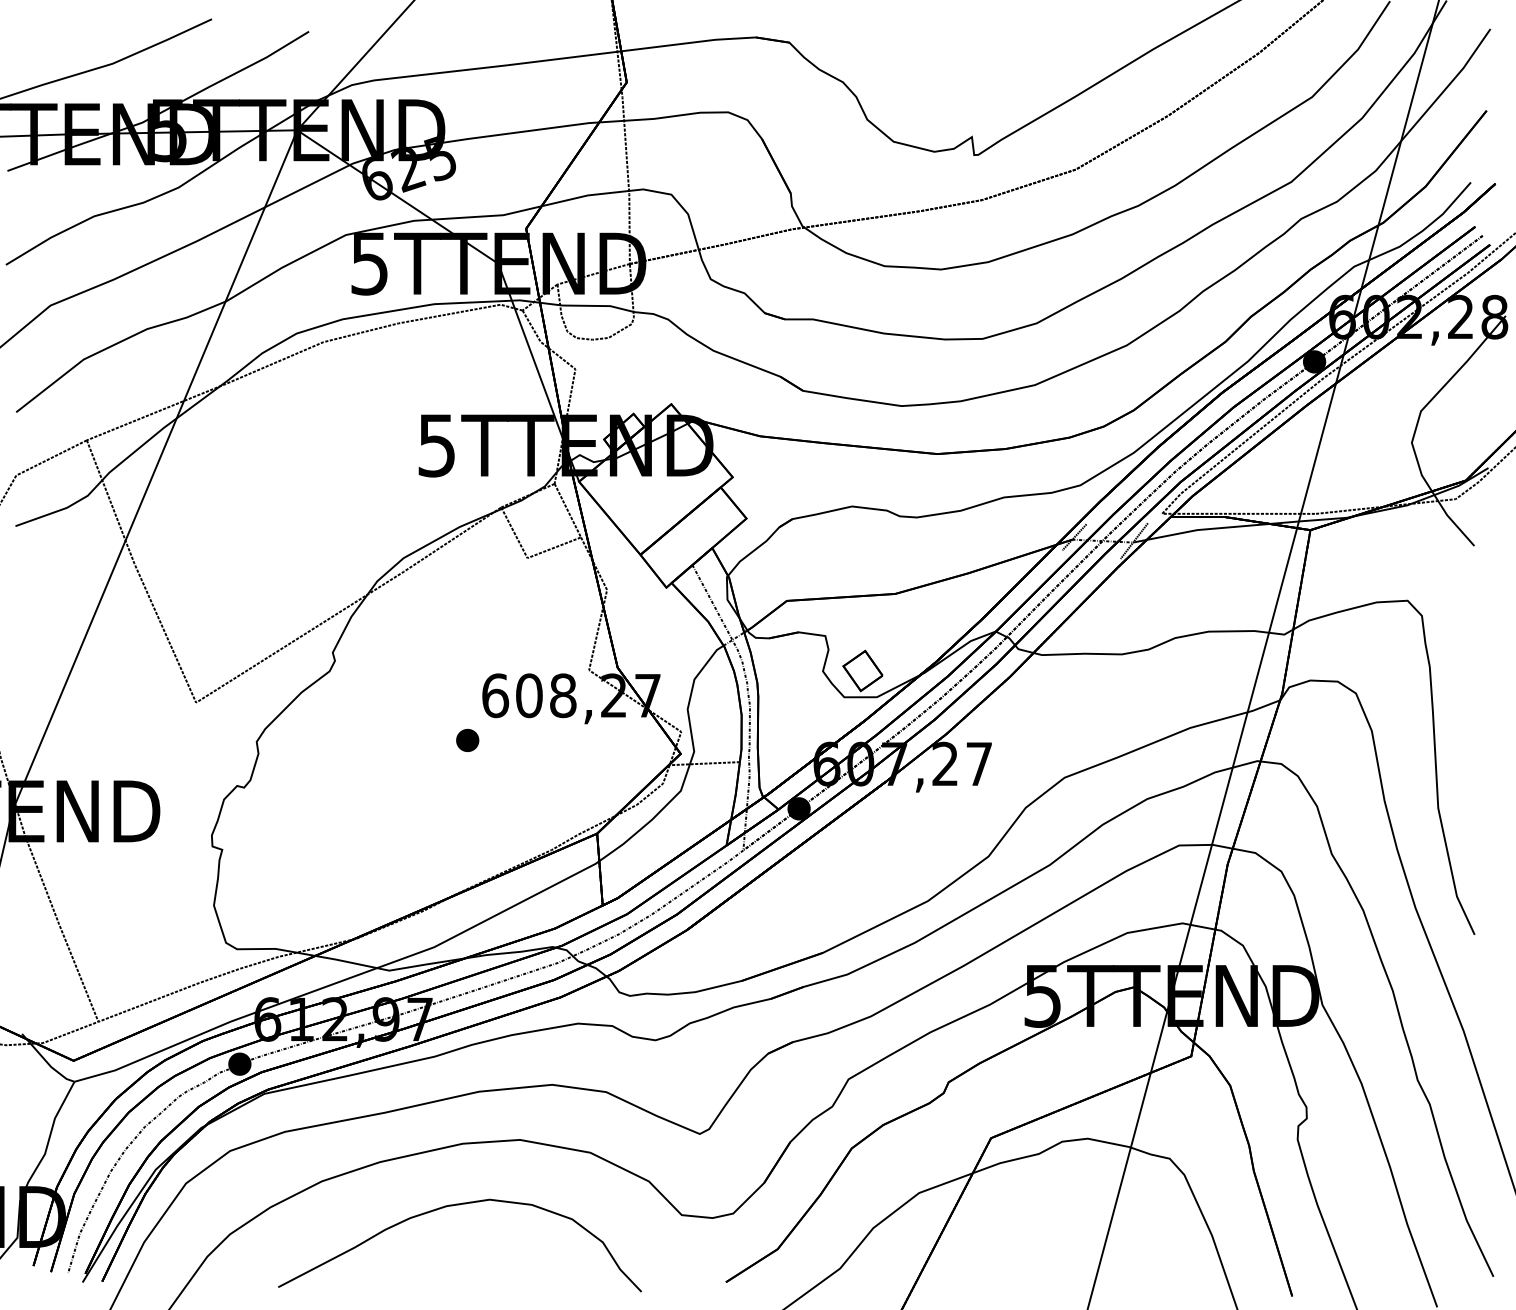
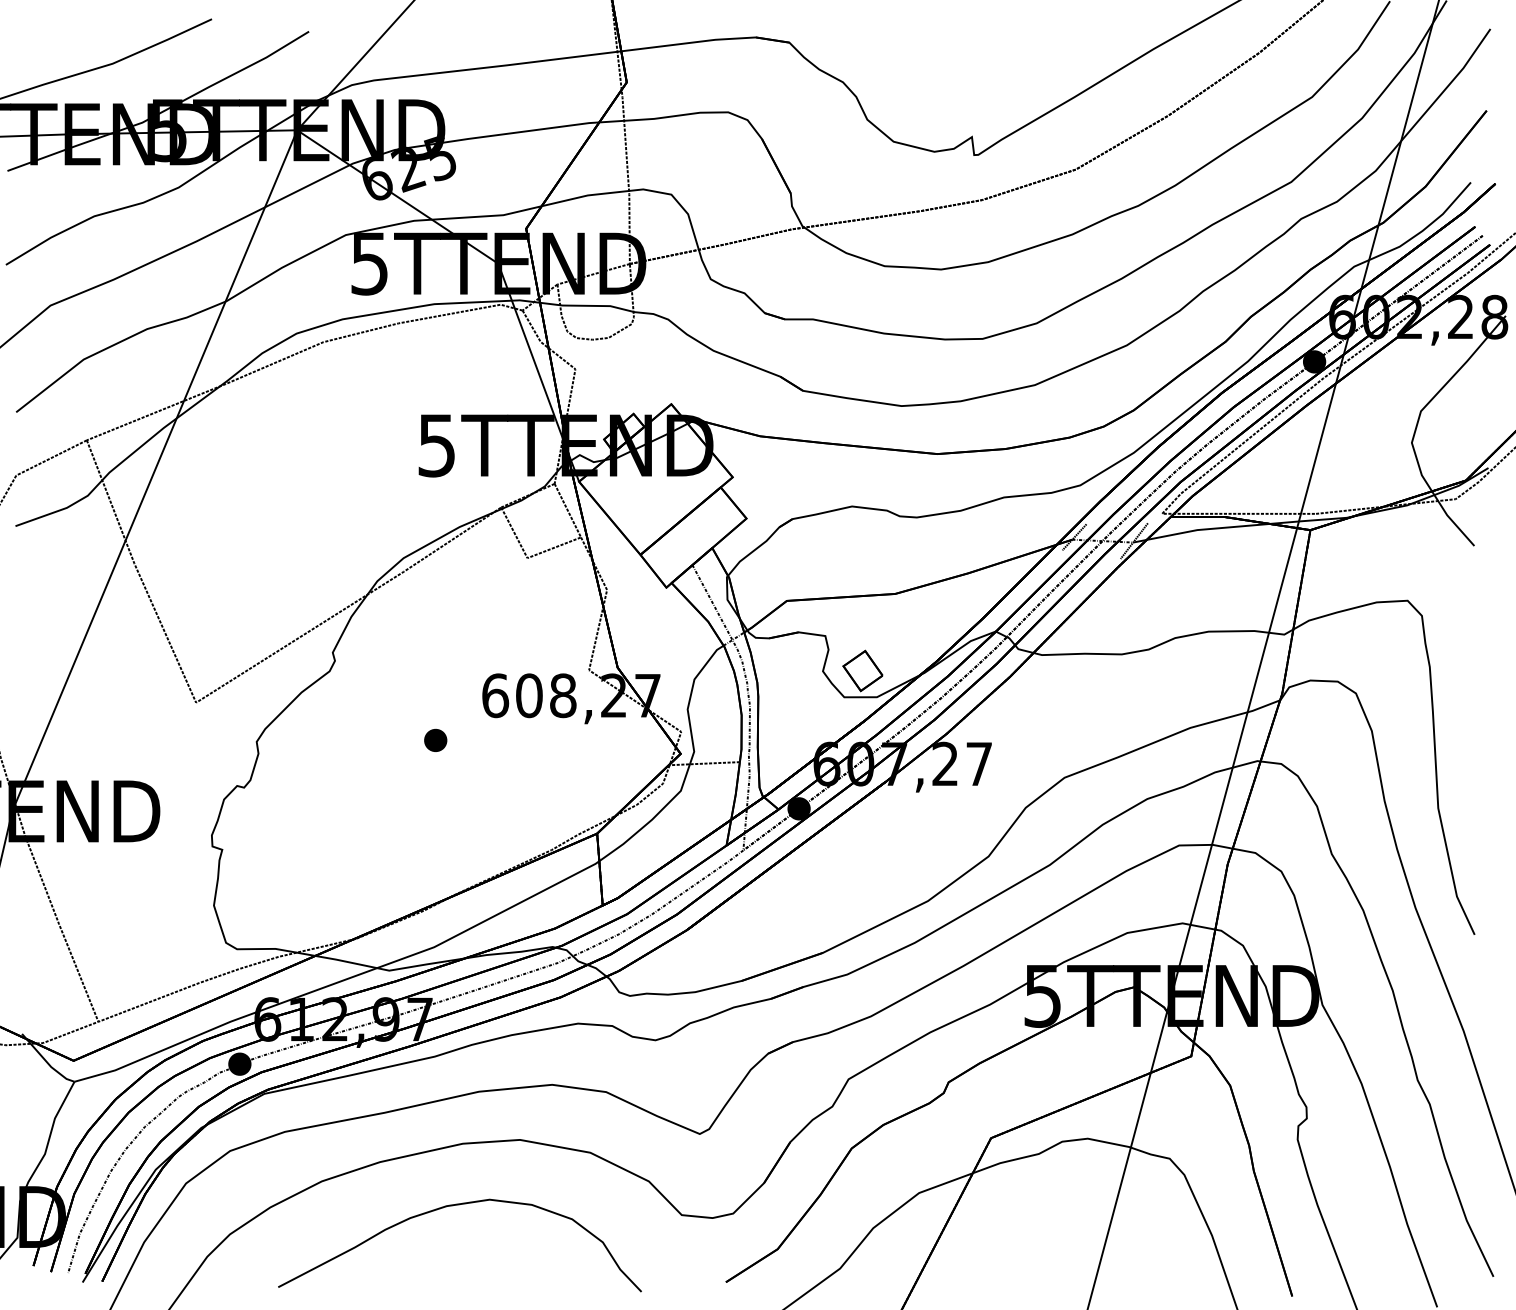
part at (467, 739) position: (467, 739) -> (435, 739)
